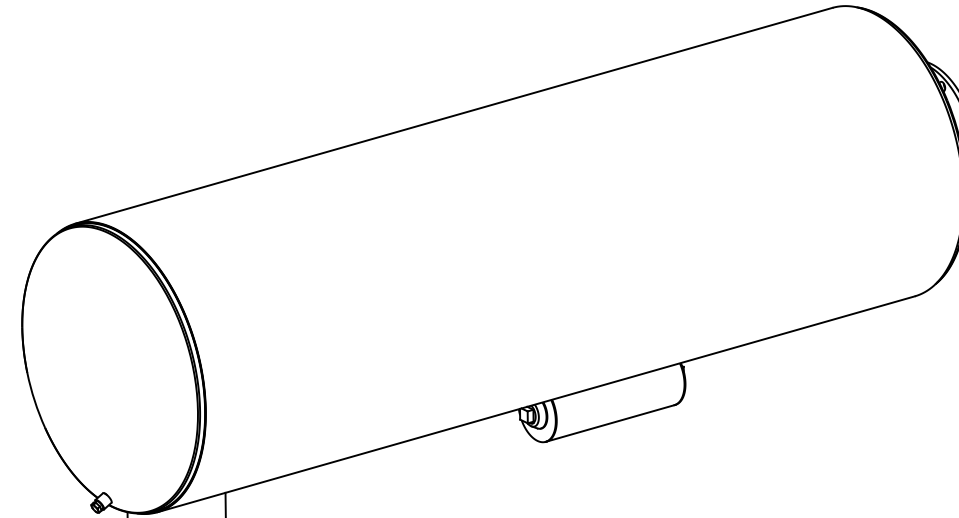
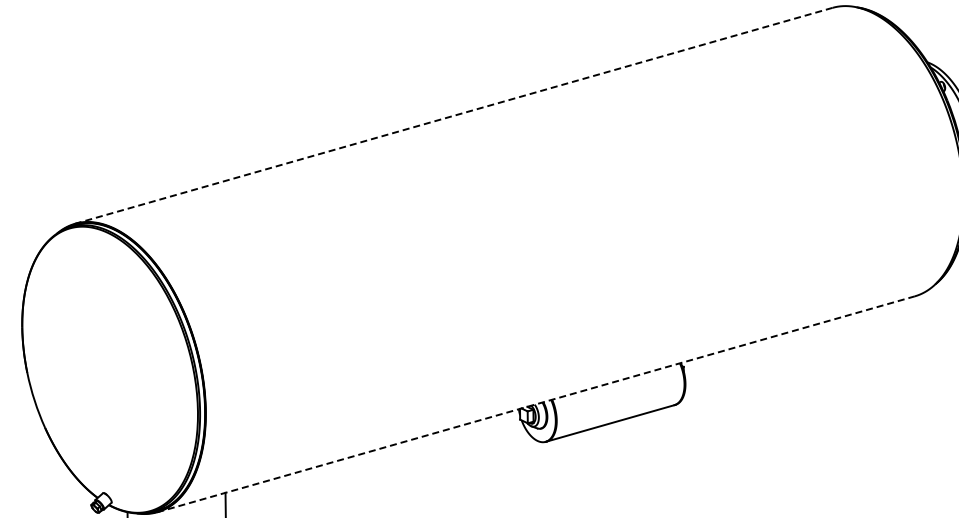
line at (453, 115): solid -> dashed
line at (536, 404): solid -> dashed
